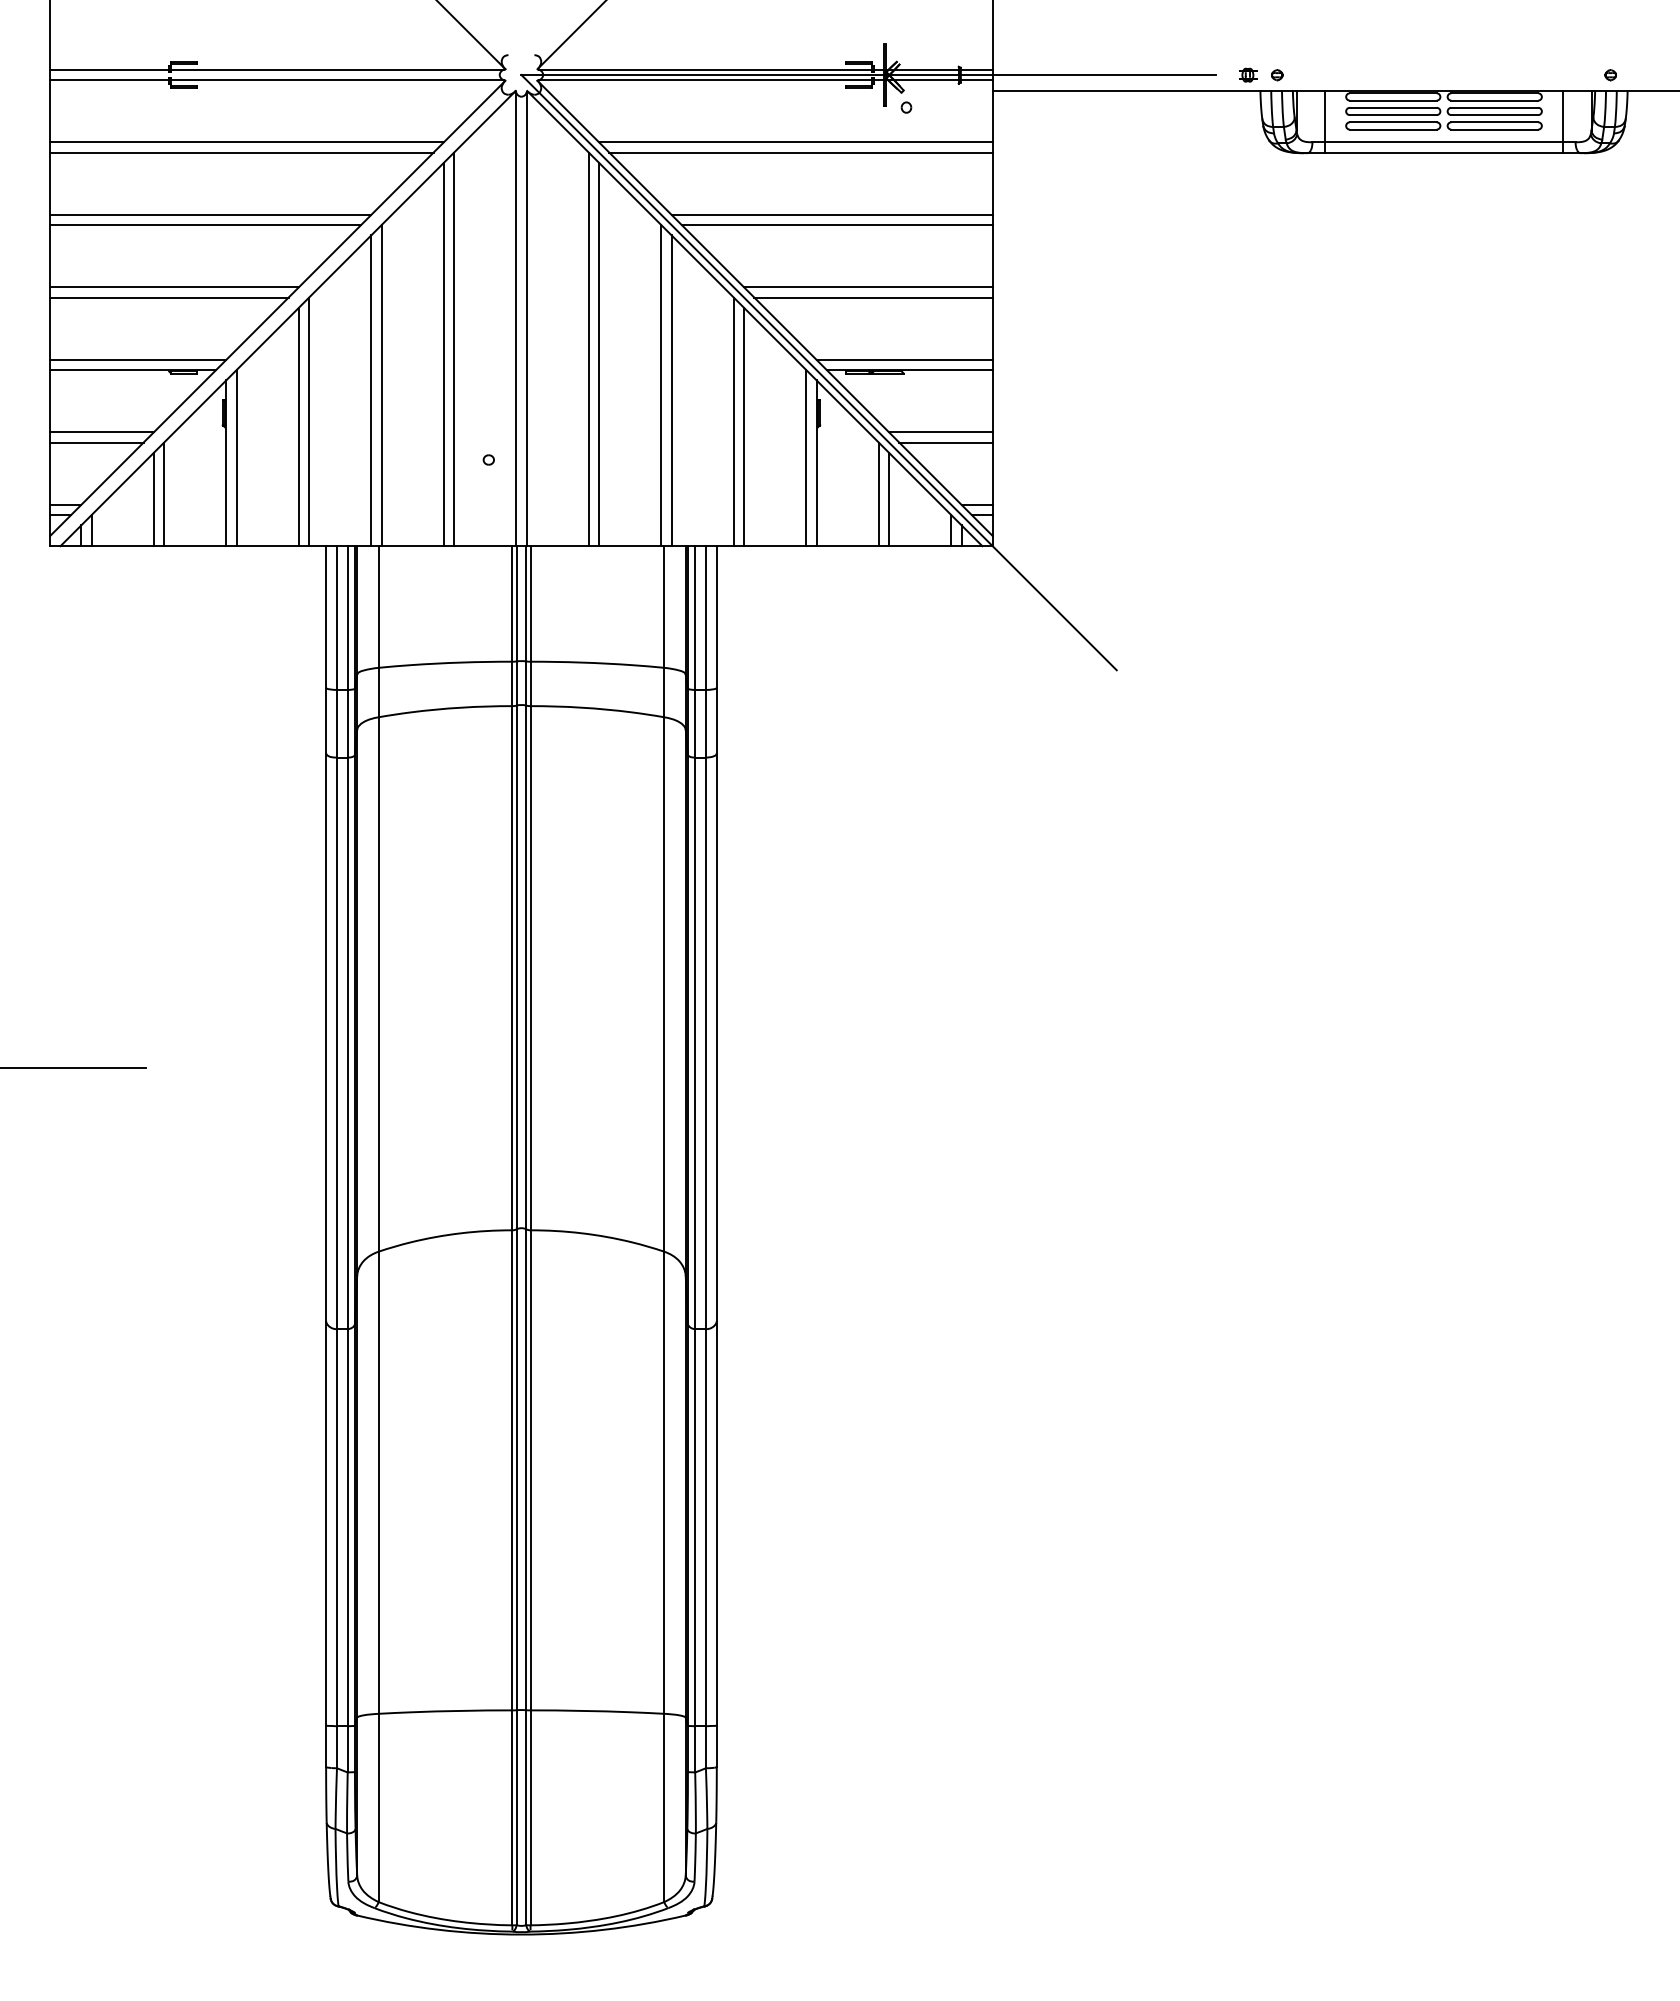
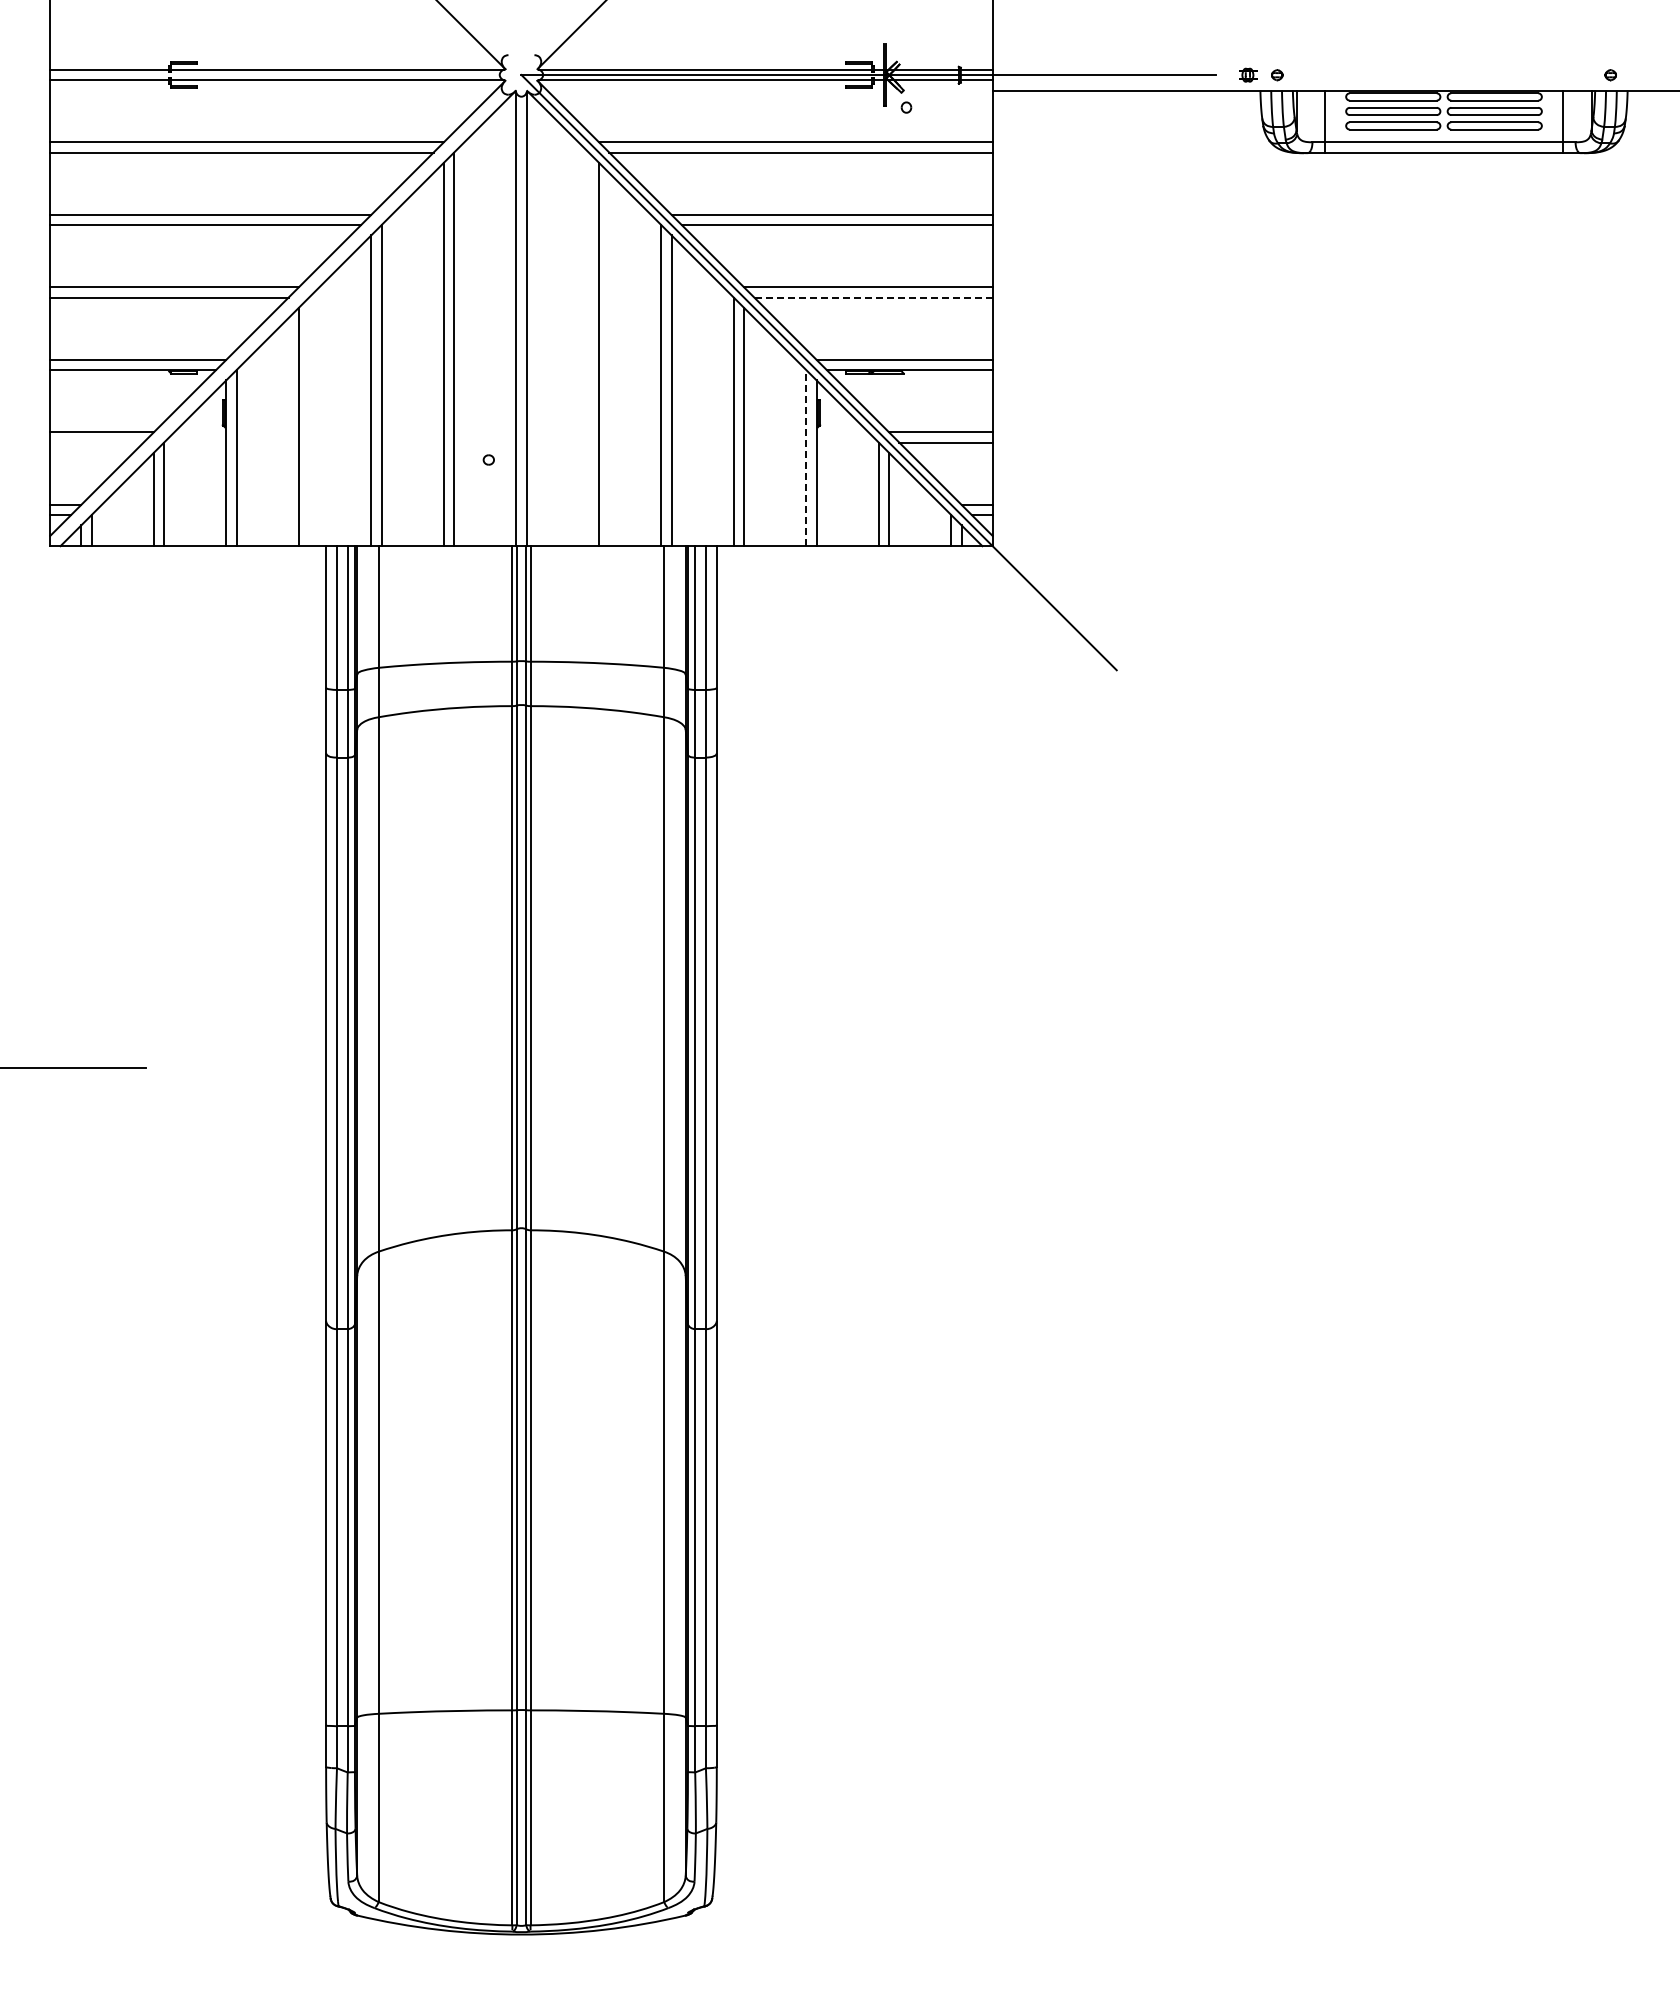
line at (872, 297): solid -> dashed
line at (588, 349): present -> none
line at (309, 421): present -> none
line at (96, 442): present -> none
line at (806, 457): solid -> dashed
